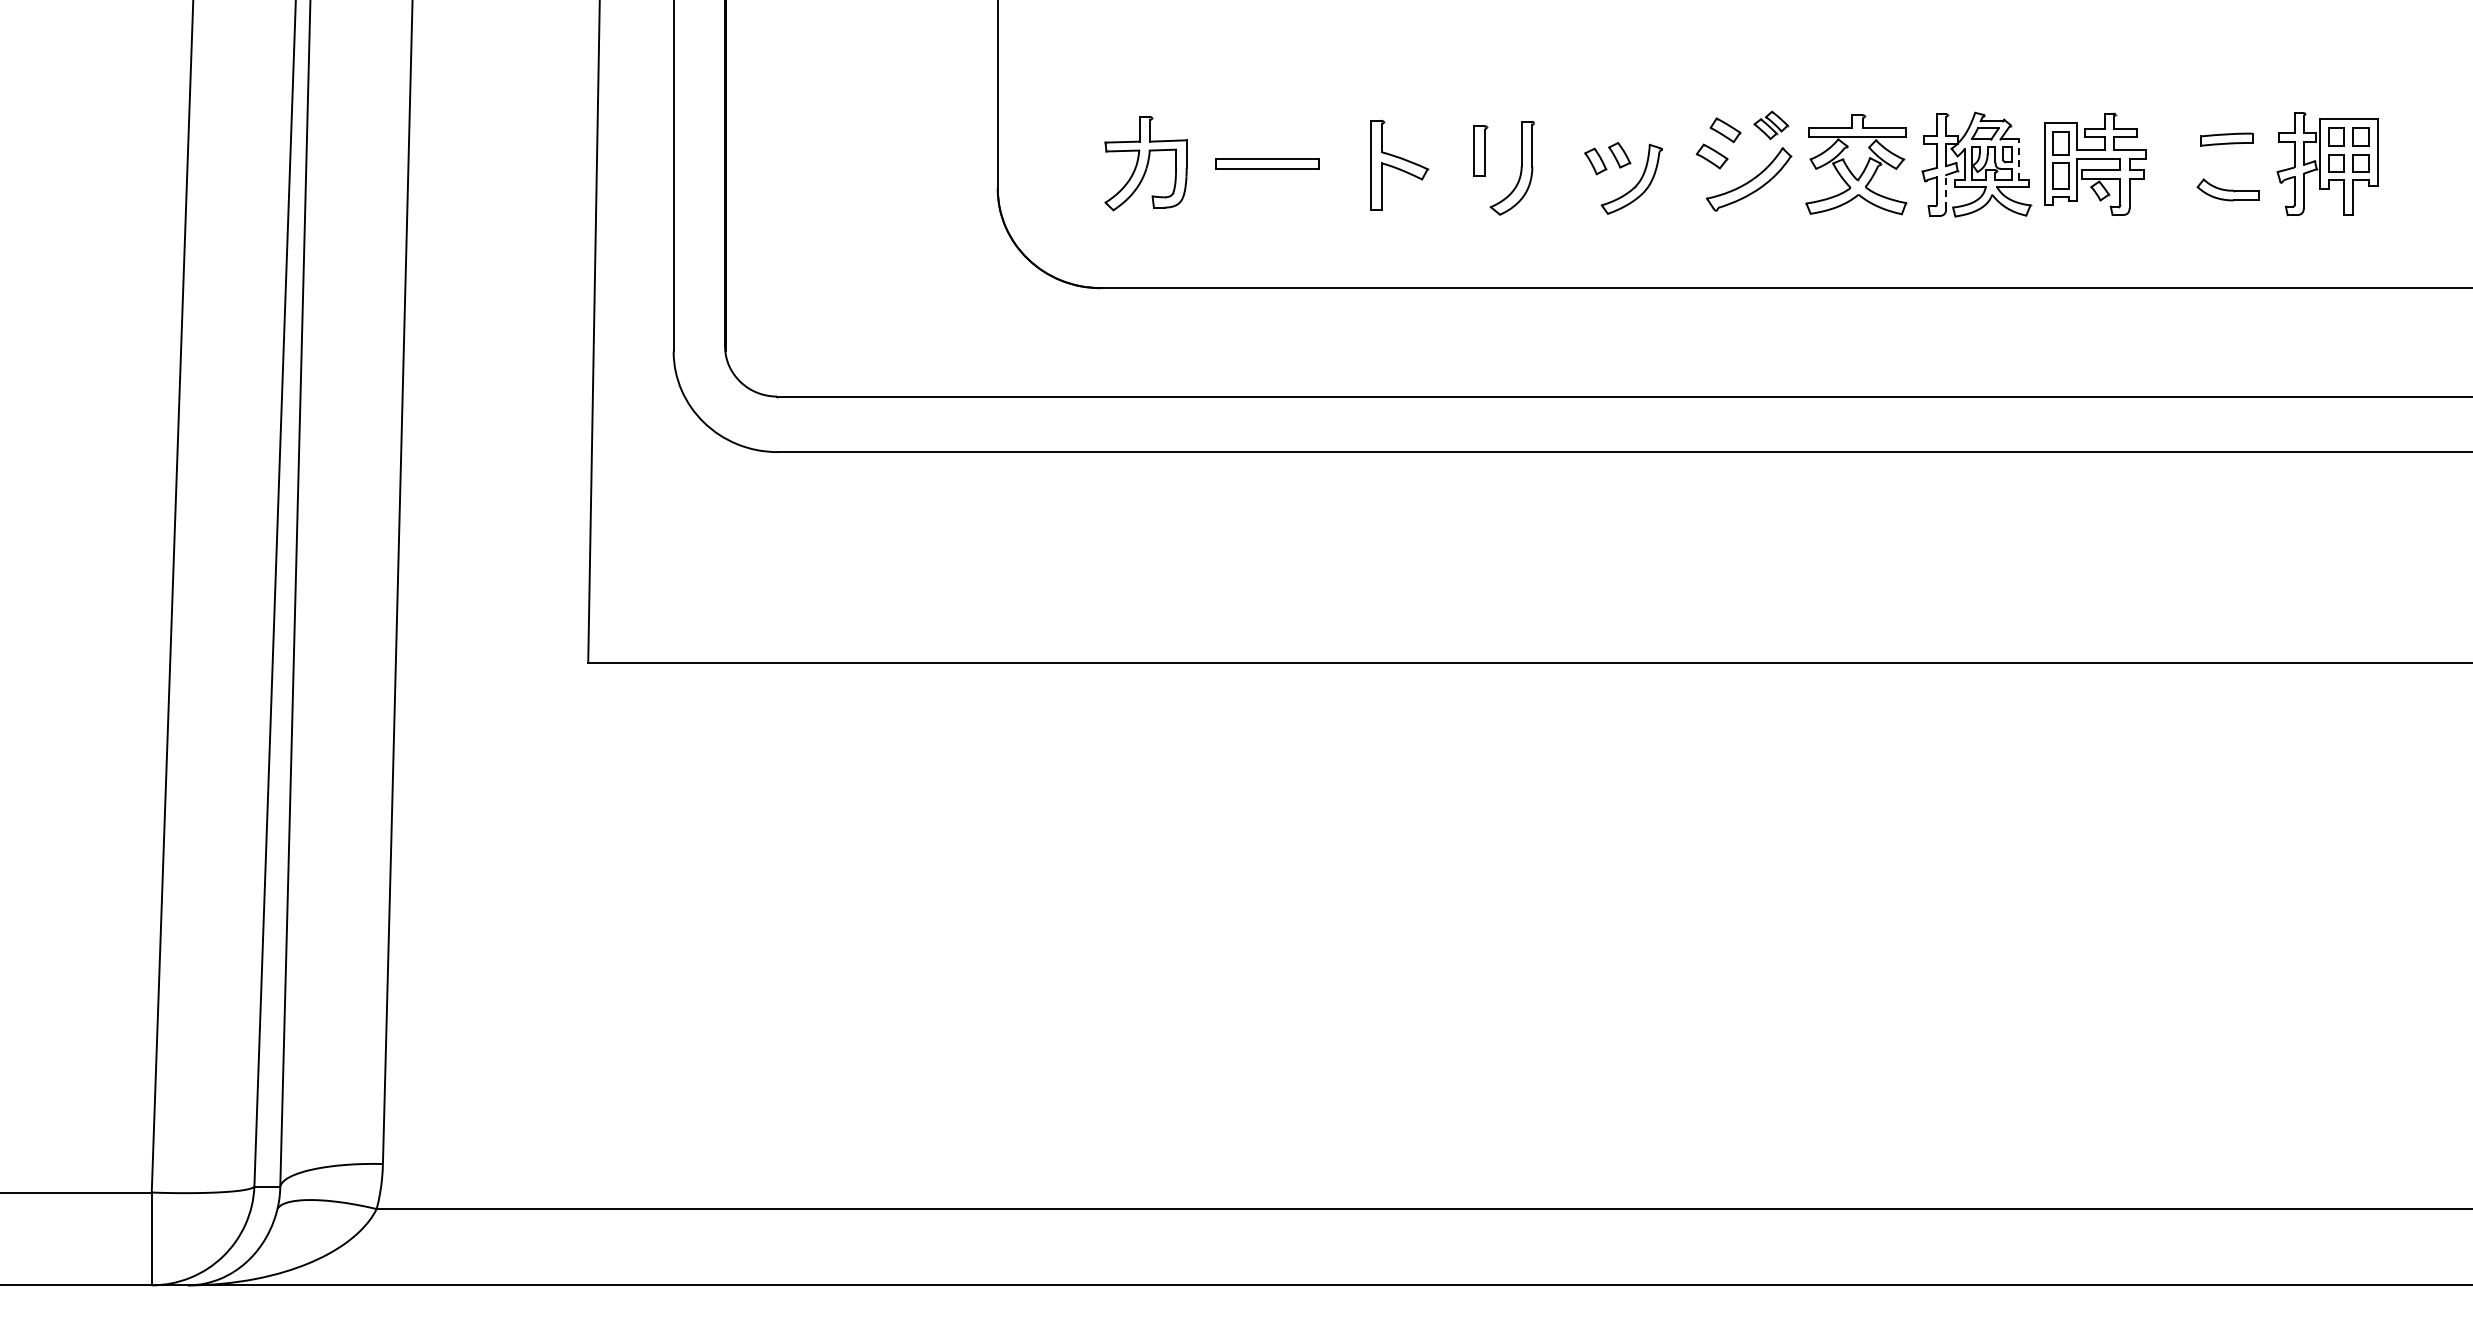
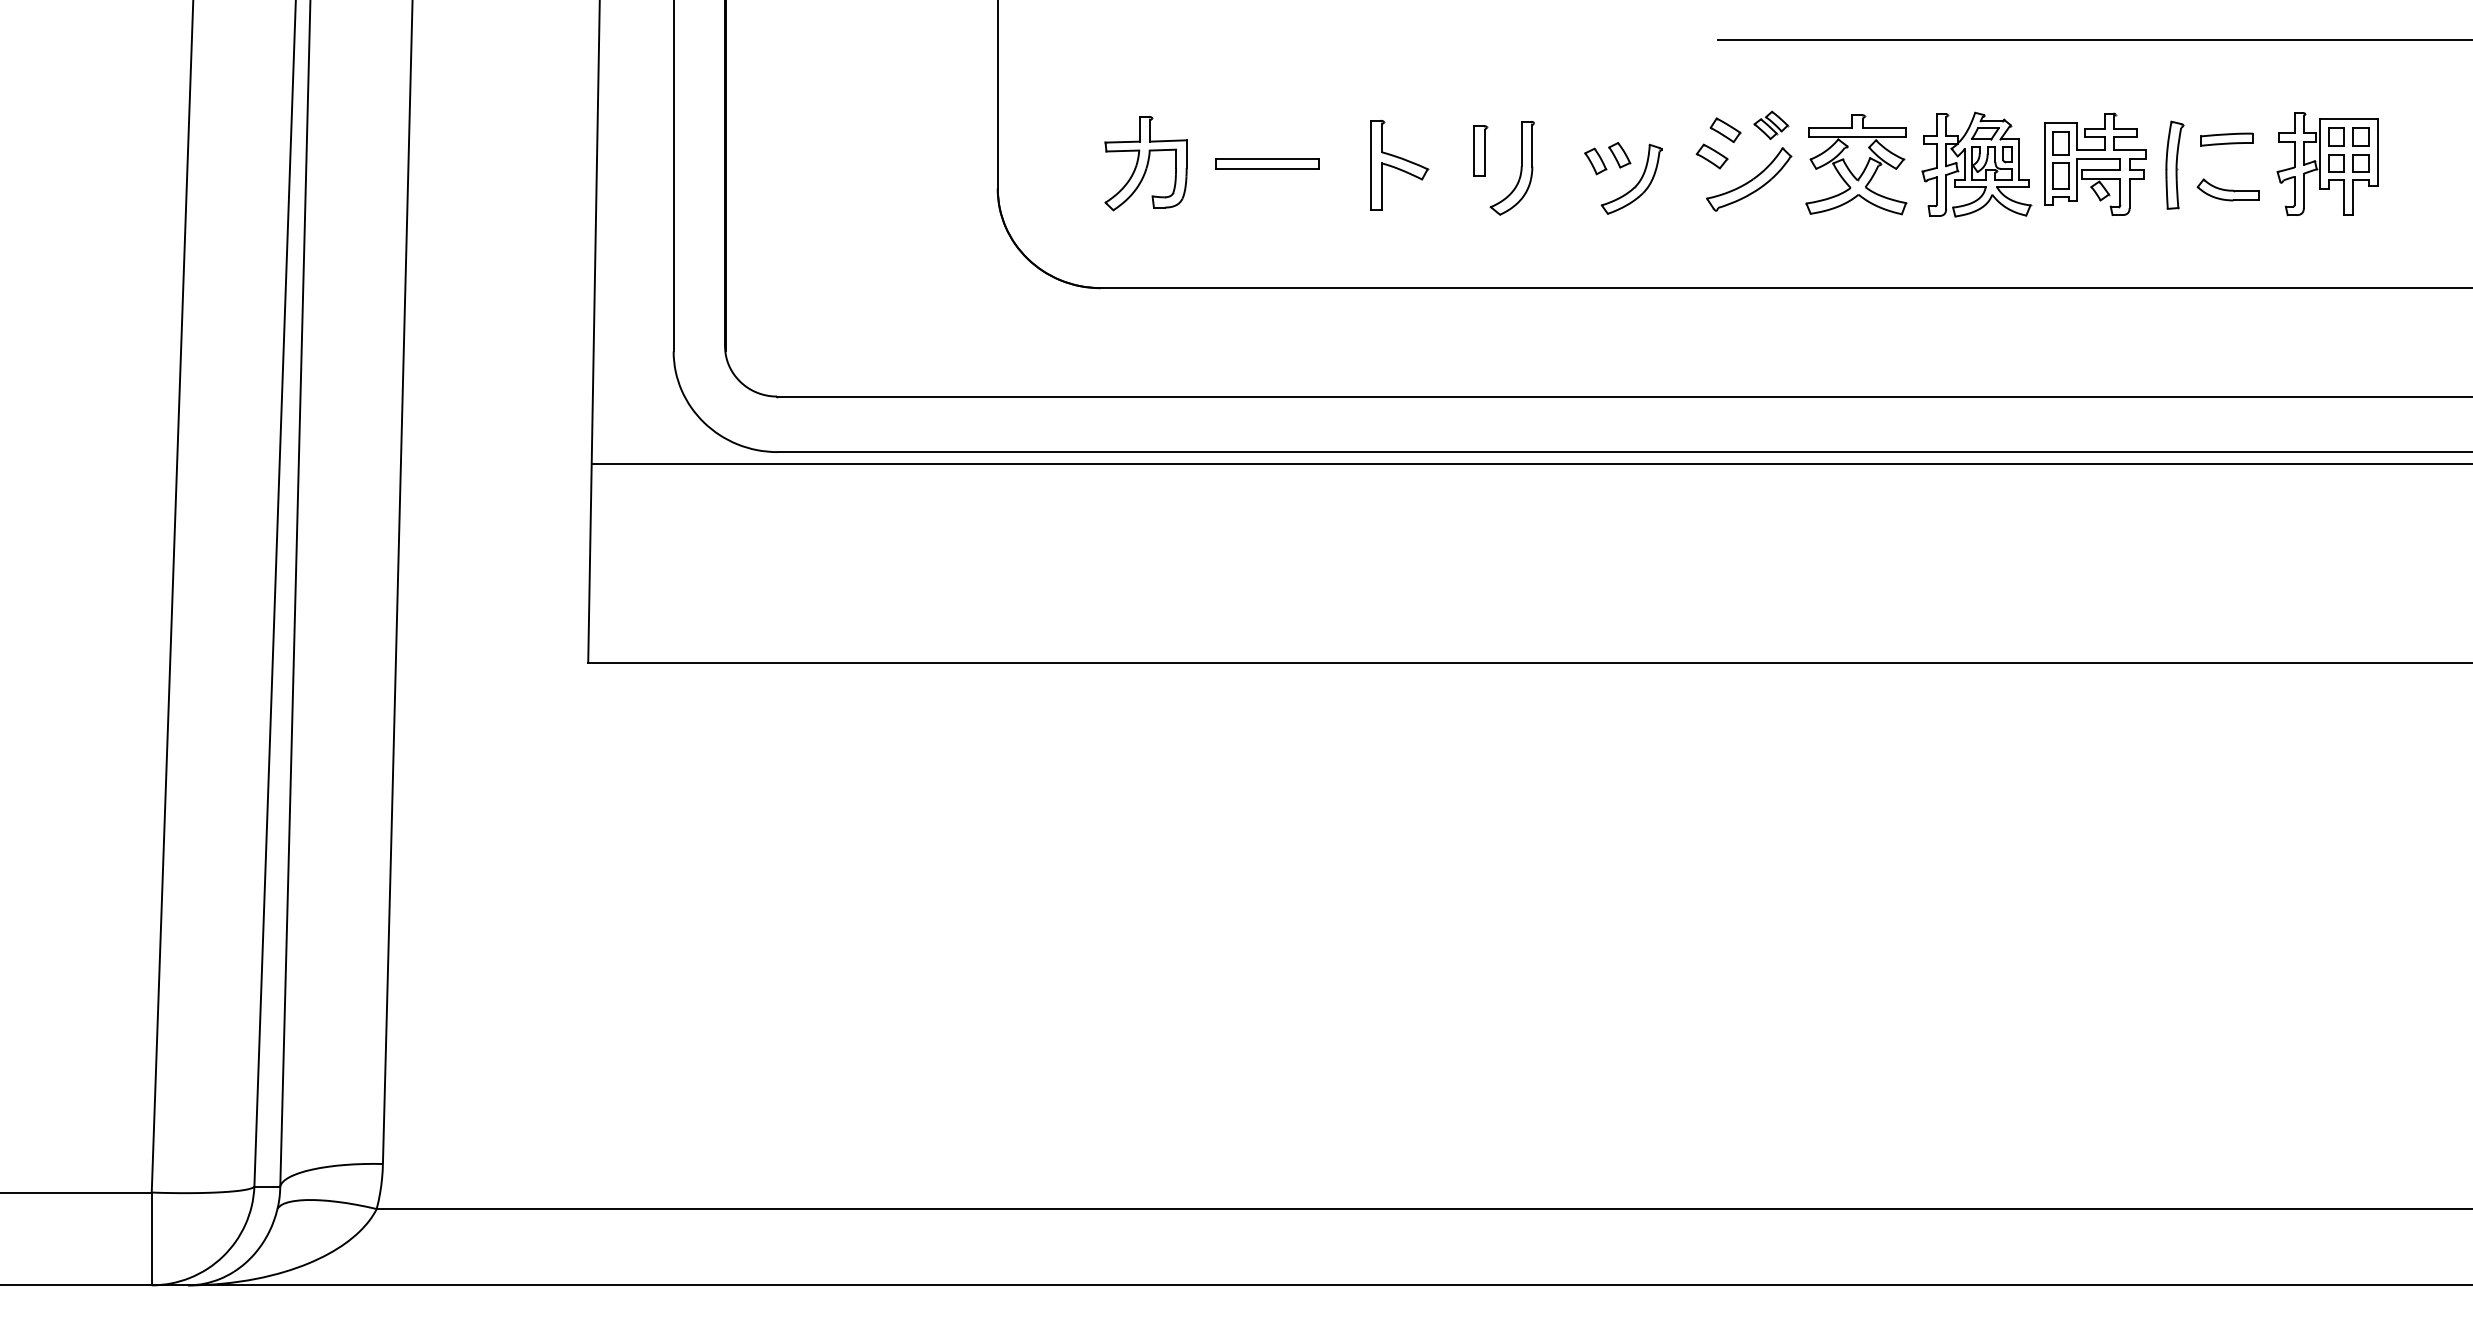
line at (2093, 39): none -> present
line at (2019, 159): dashed -> solid
part at (2174, 164): none -> present
line at (1946, 192): dashed -> solid
line at (1530, 464): none -> present
